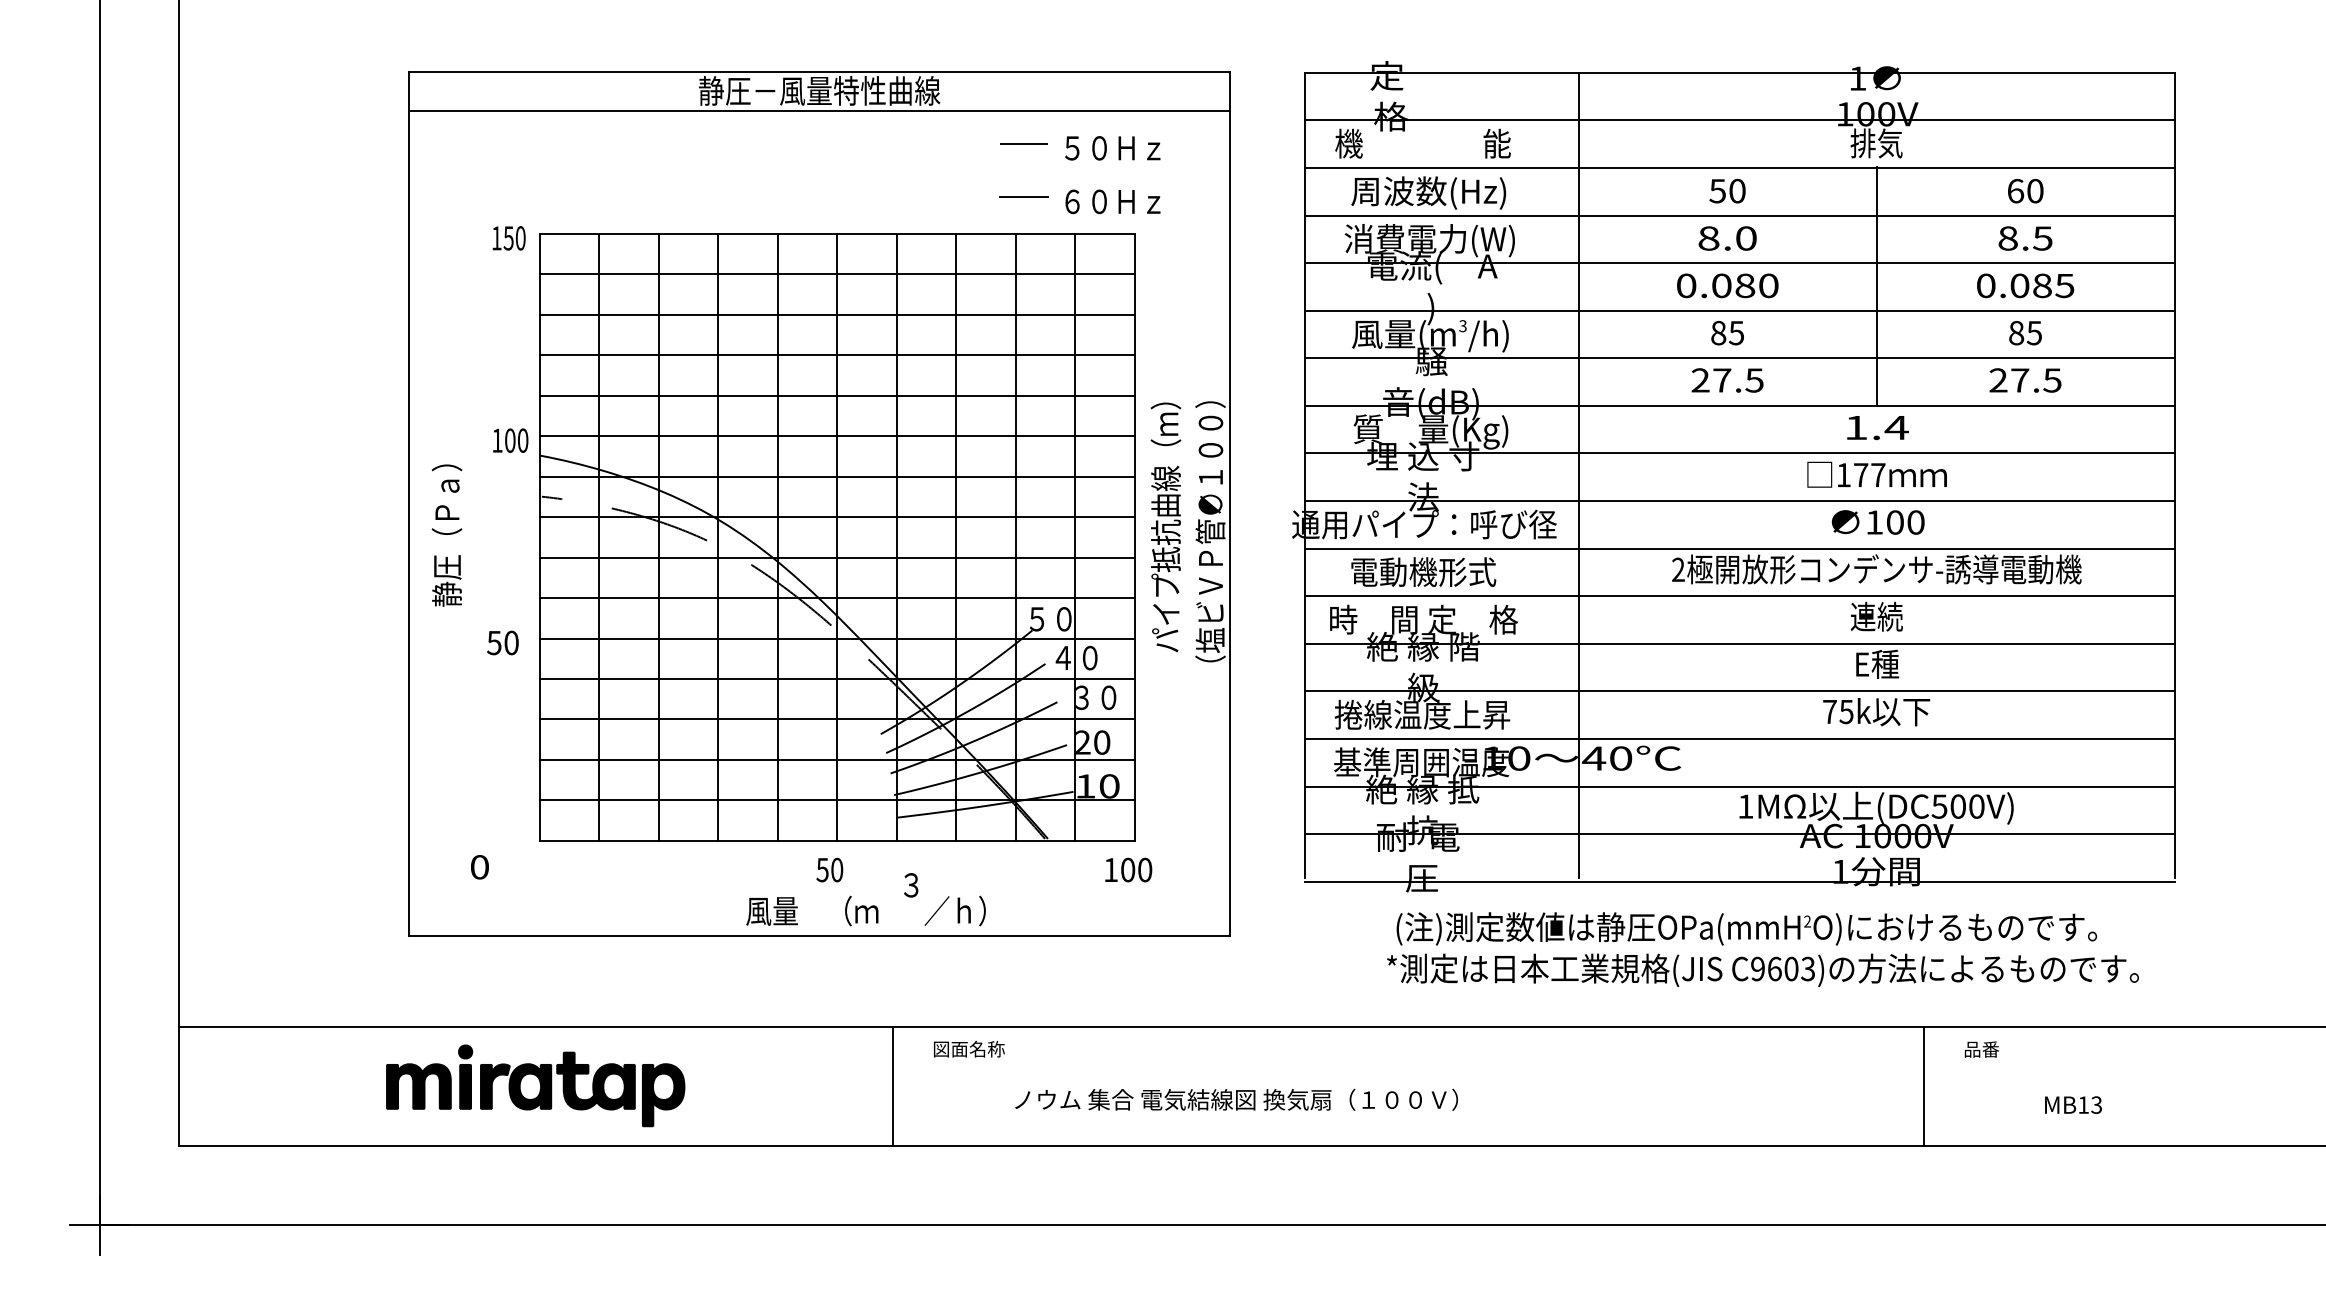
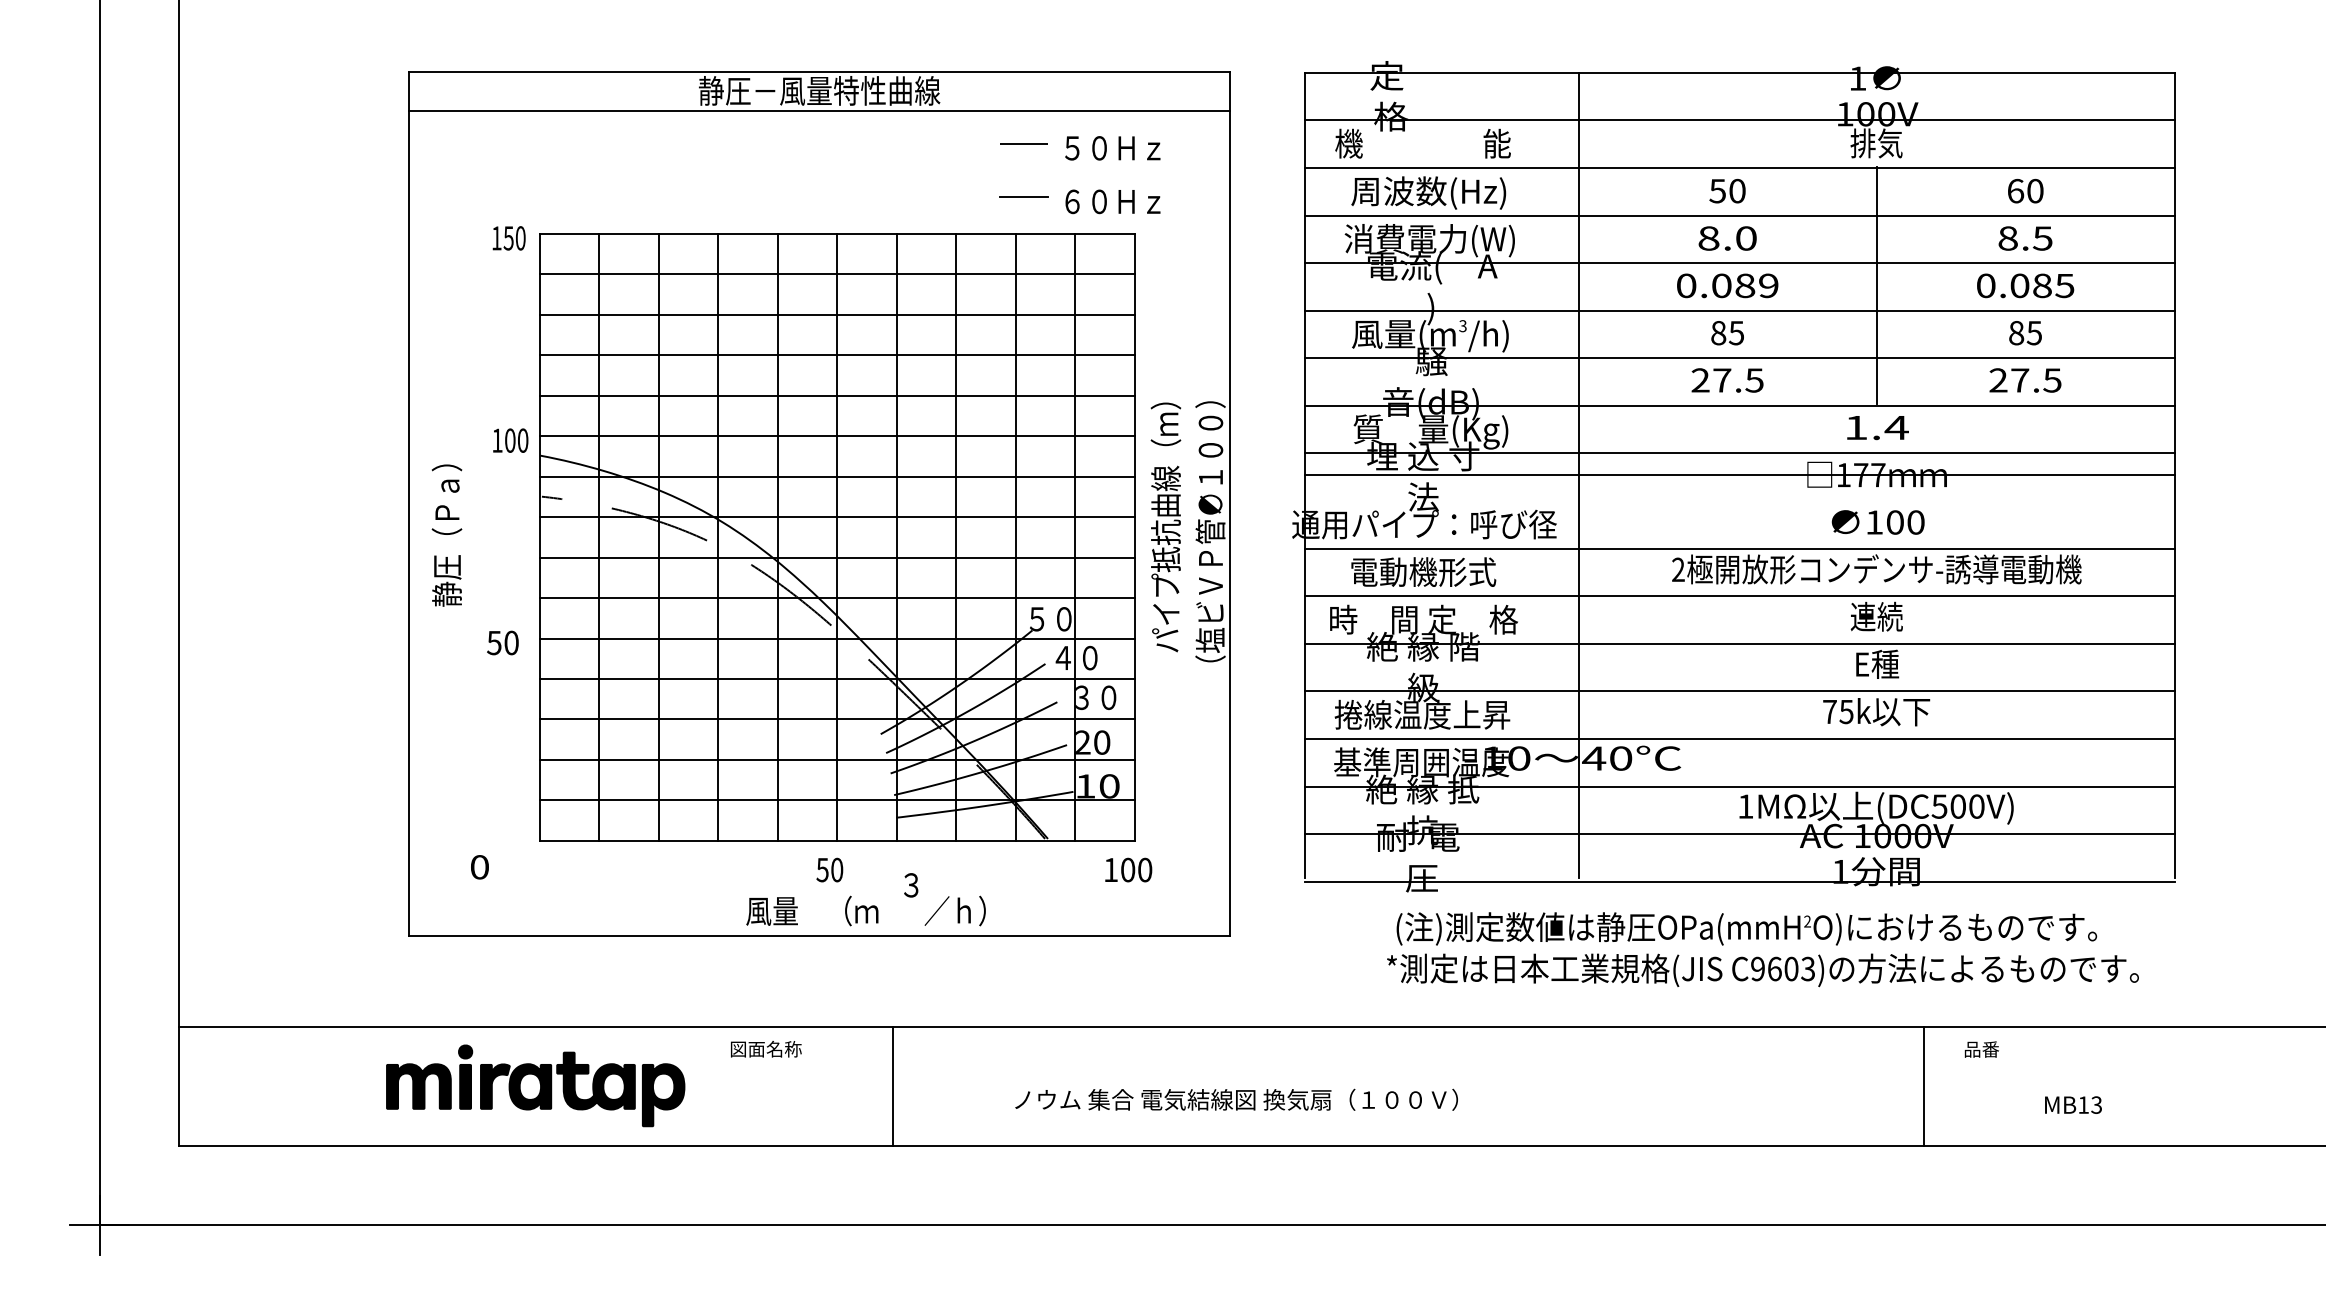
text at (1768, 285): 0.080 -> 0.089
line at (1739, 501) position: (1739, 501) -> (1739, 475)
text at (969, 1049) position: (969, 1049) -> (766, 1049)
